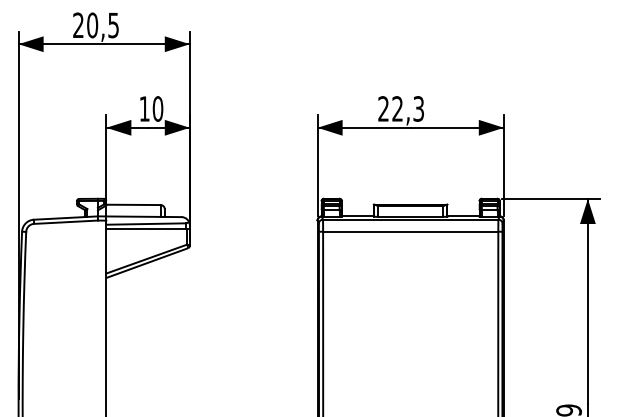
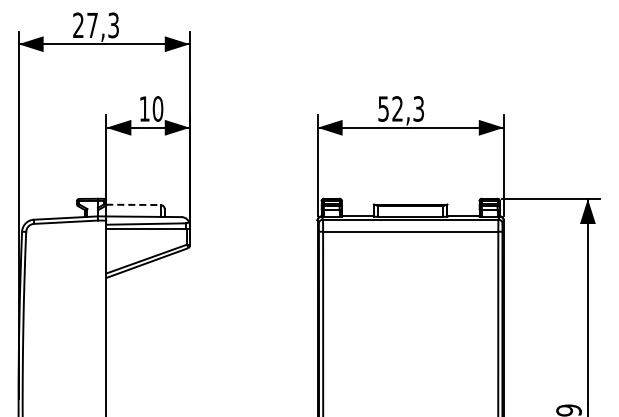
text at (102, 25): 20,5 -> 27,3
text at (383, 108): 22,3 -> 52,3
line at (133, 204): solid -> dashed
